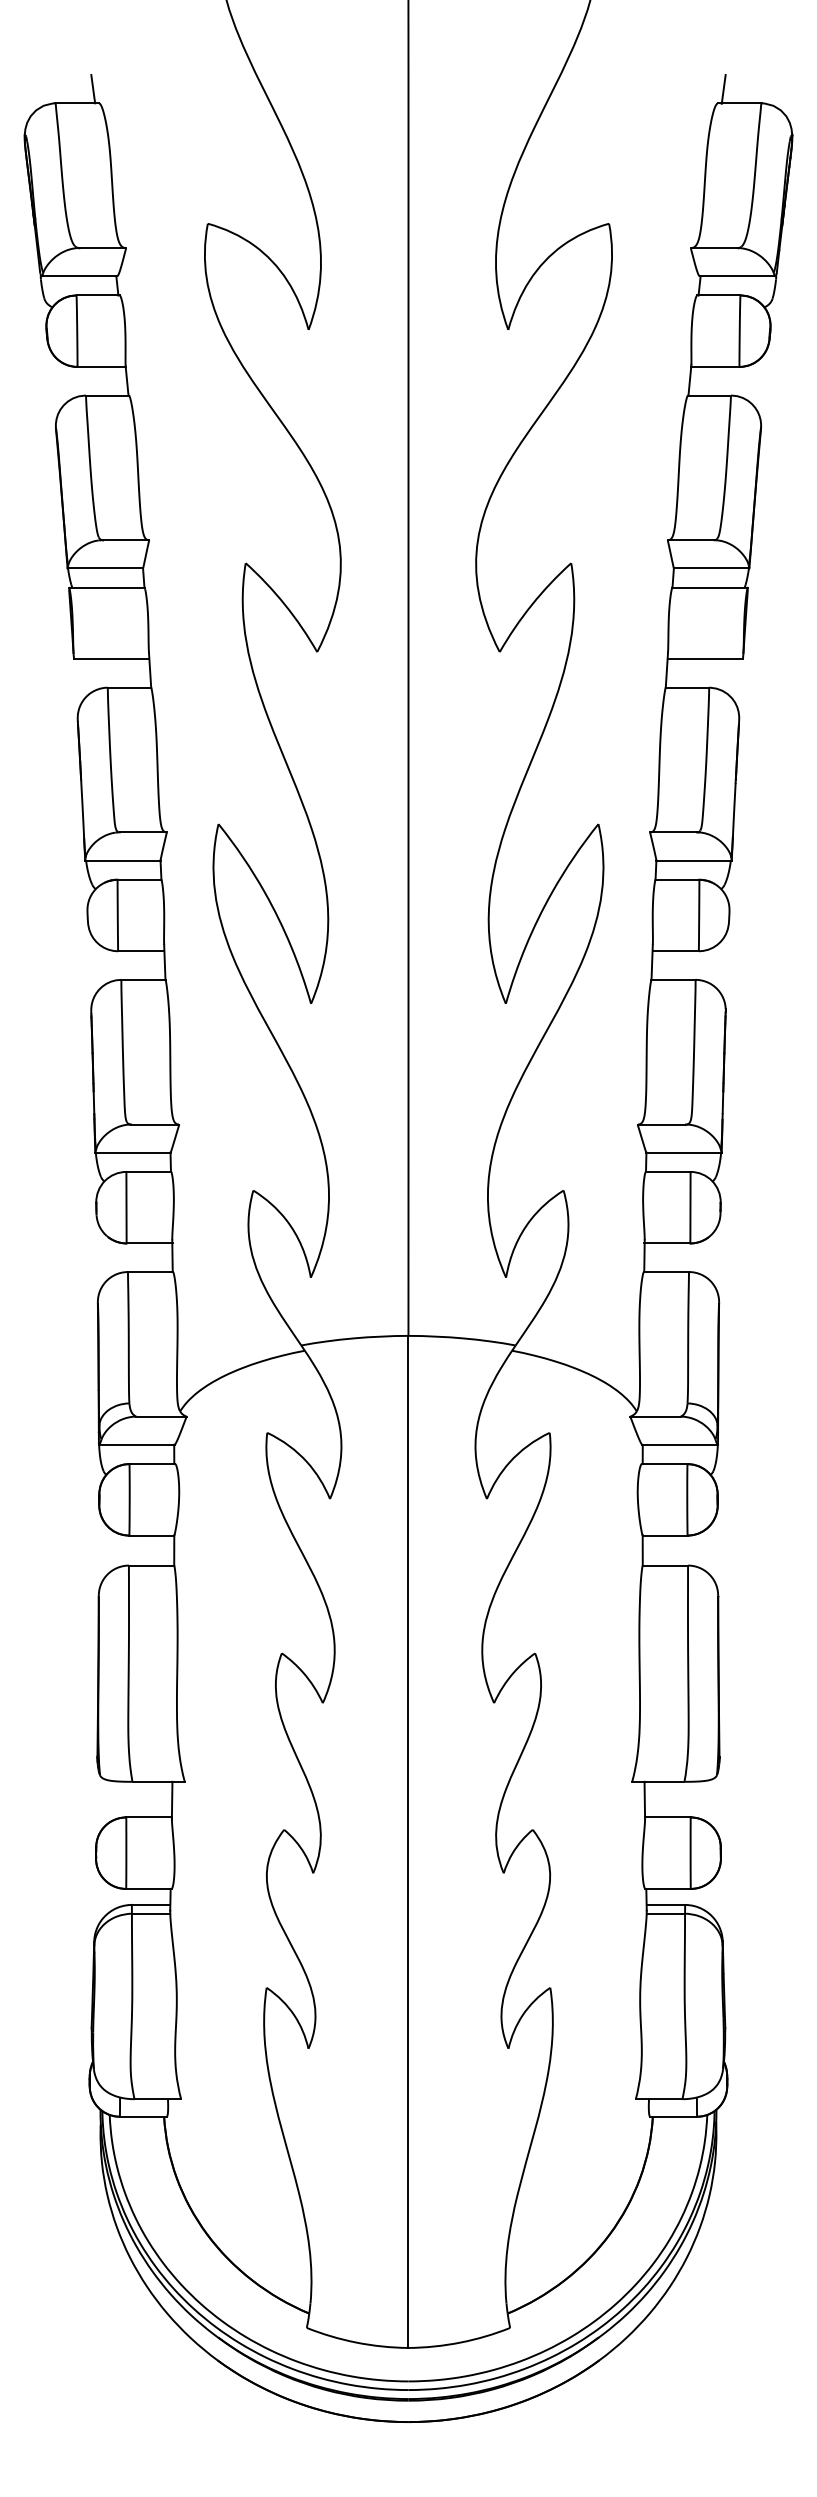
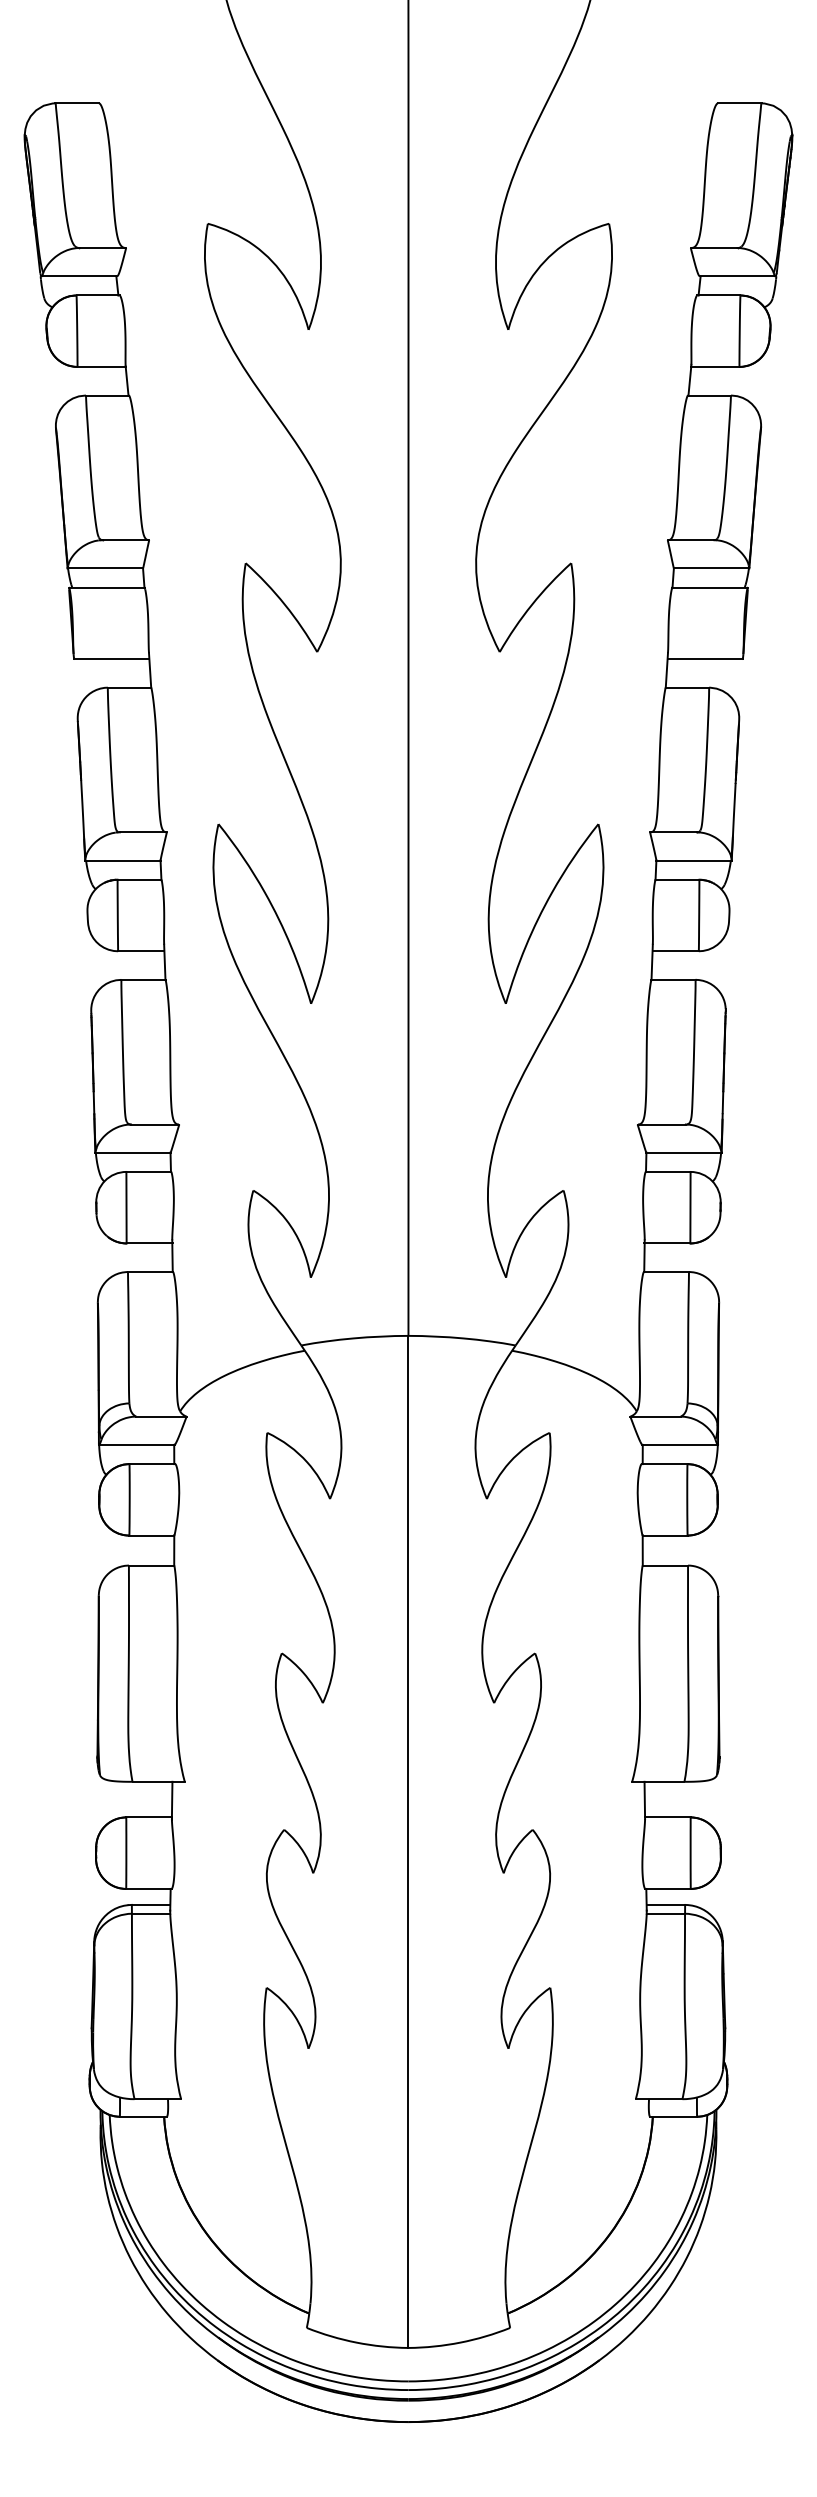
line at (93, 89): present -> none
line at (723, 89): present -> none
